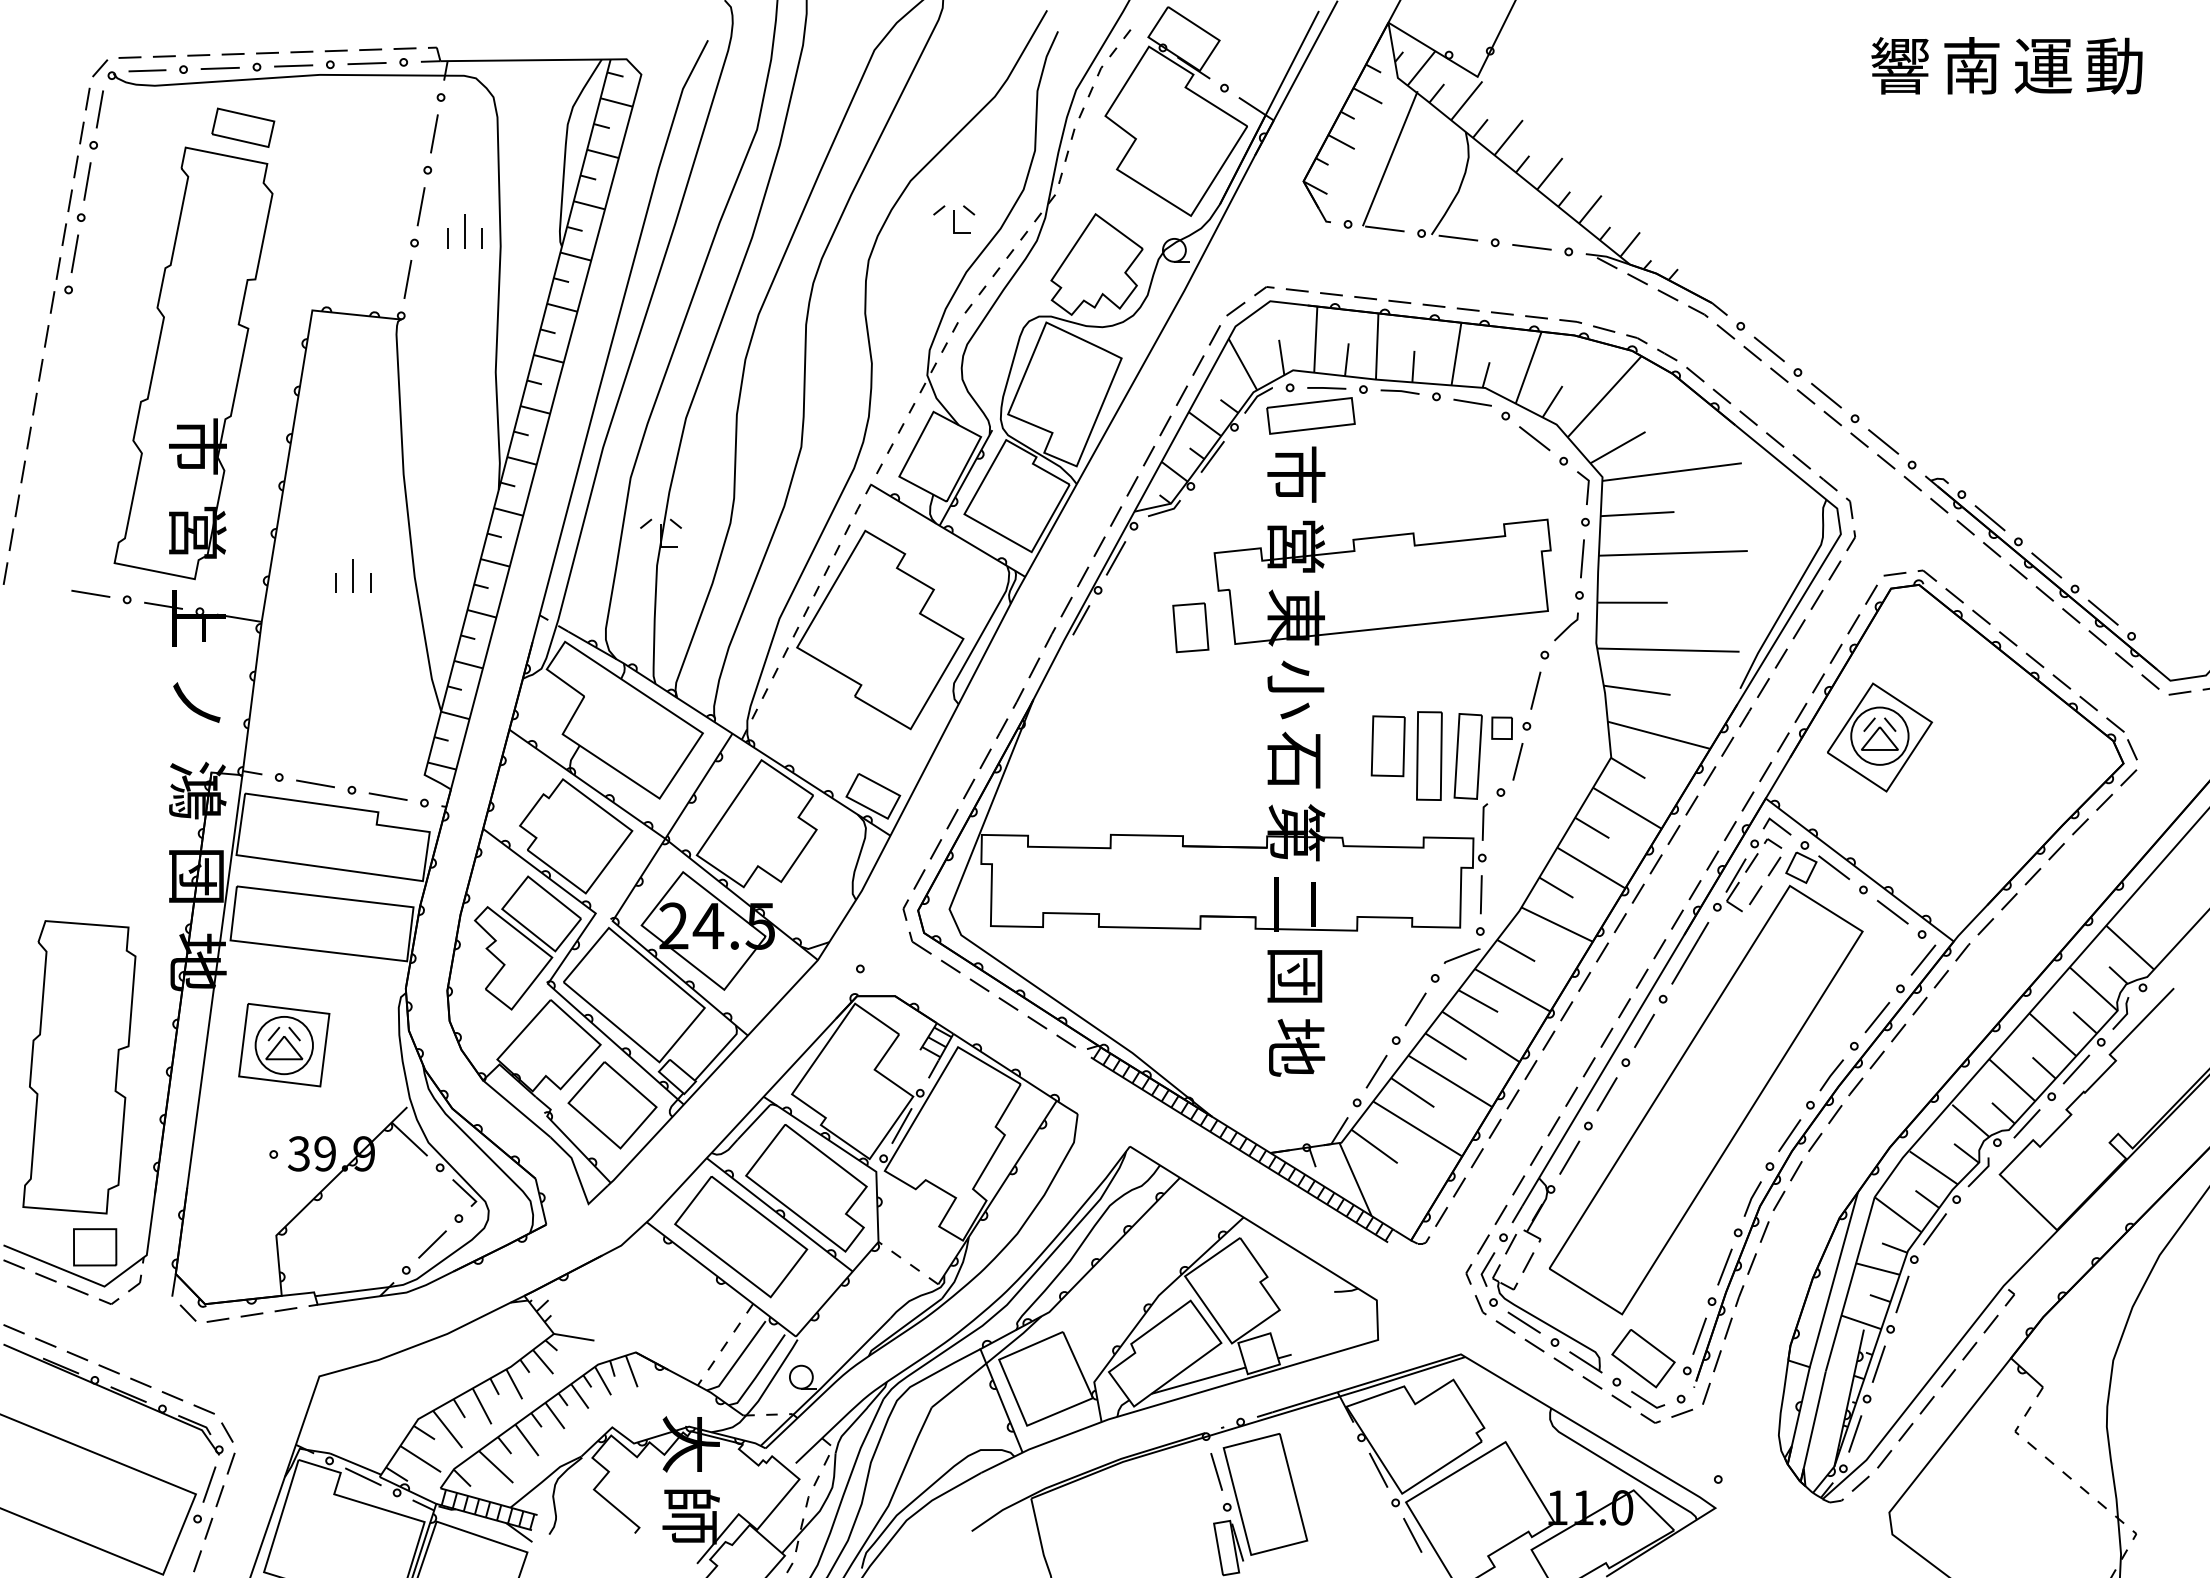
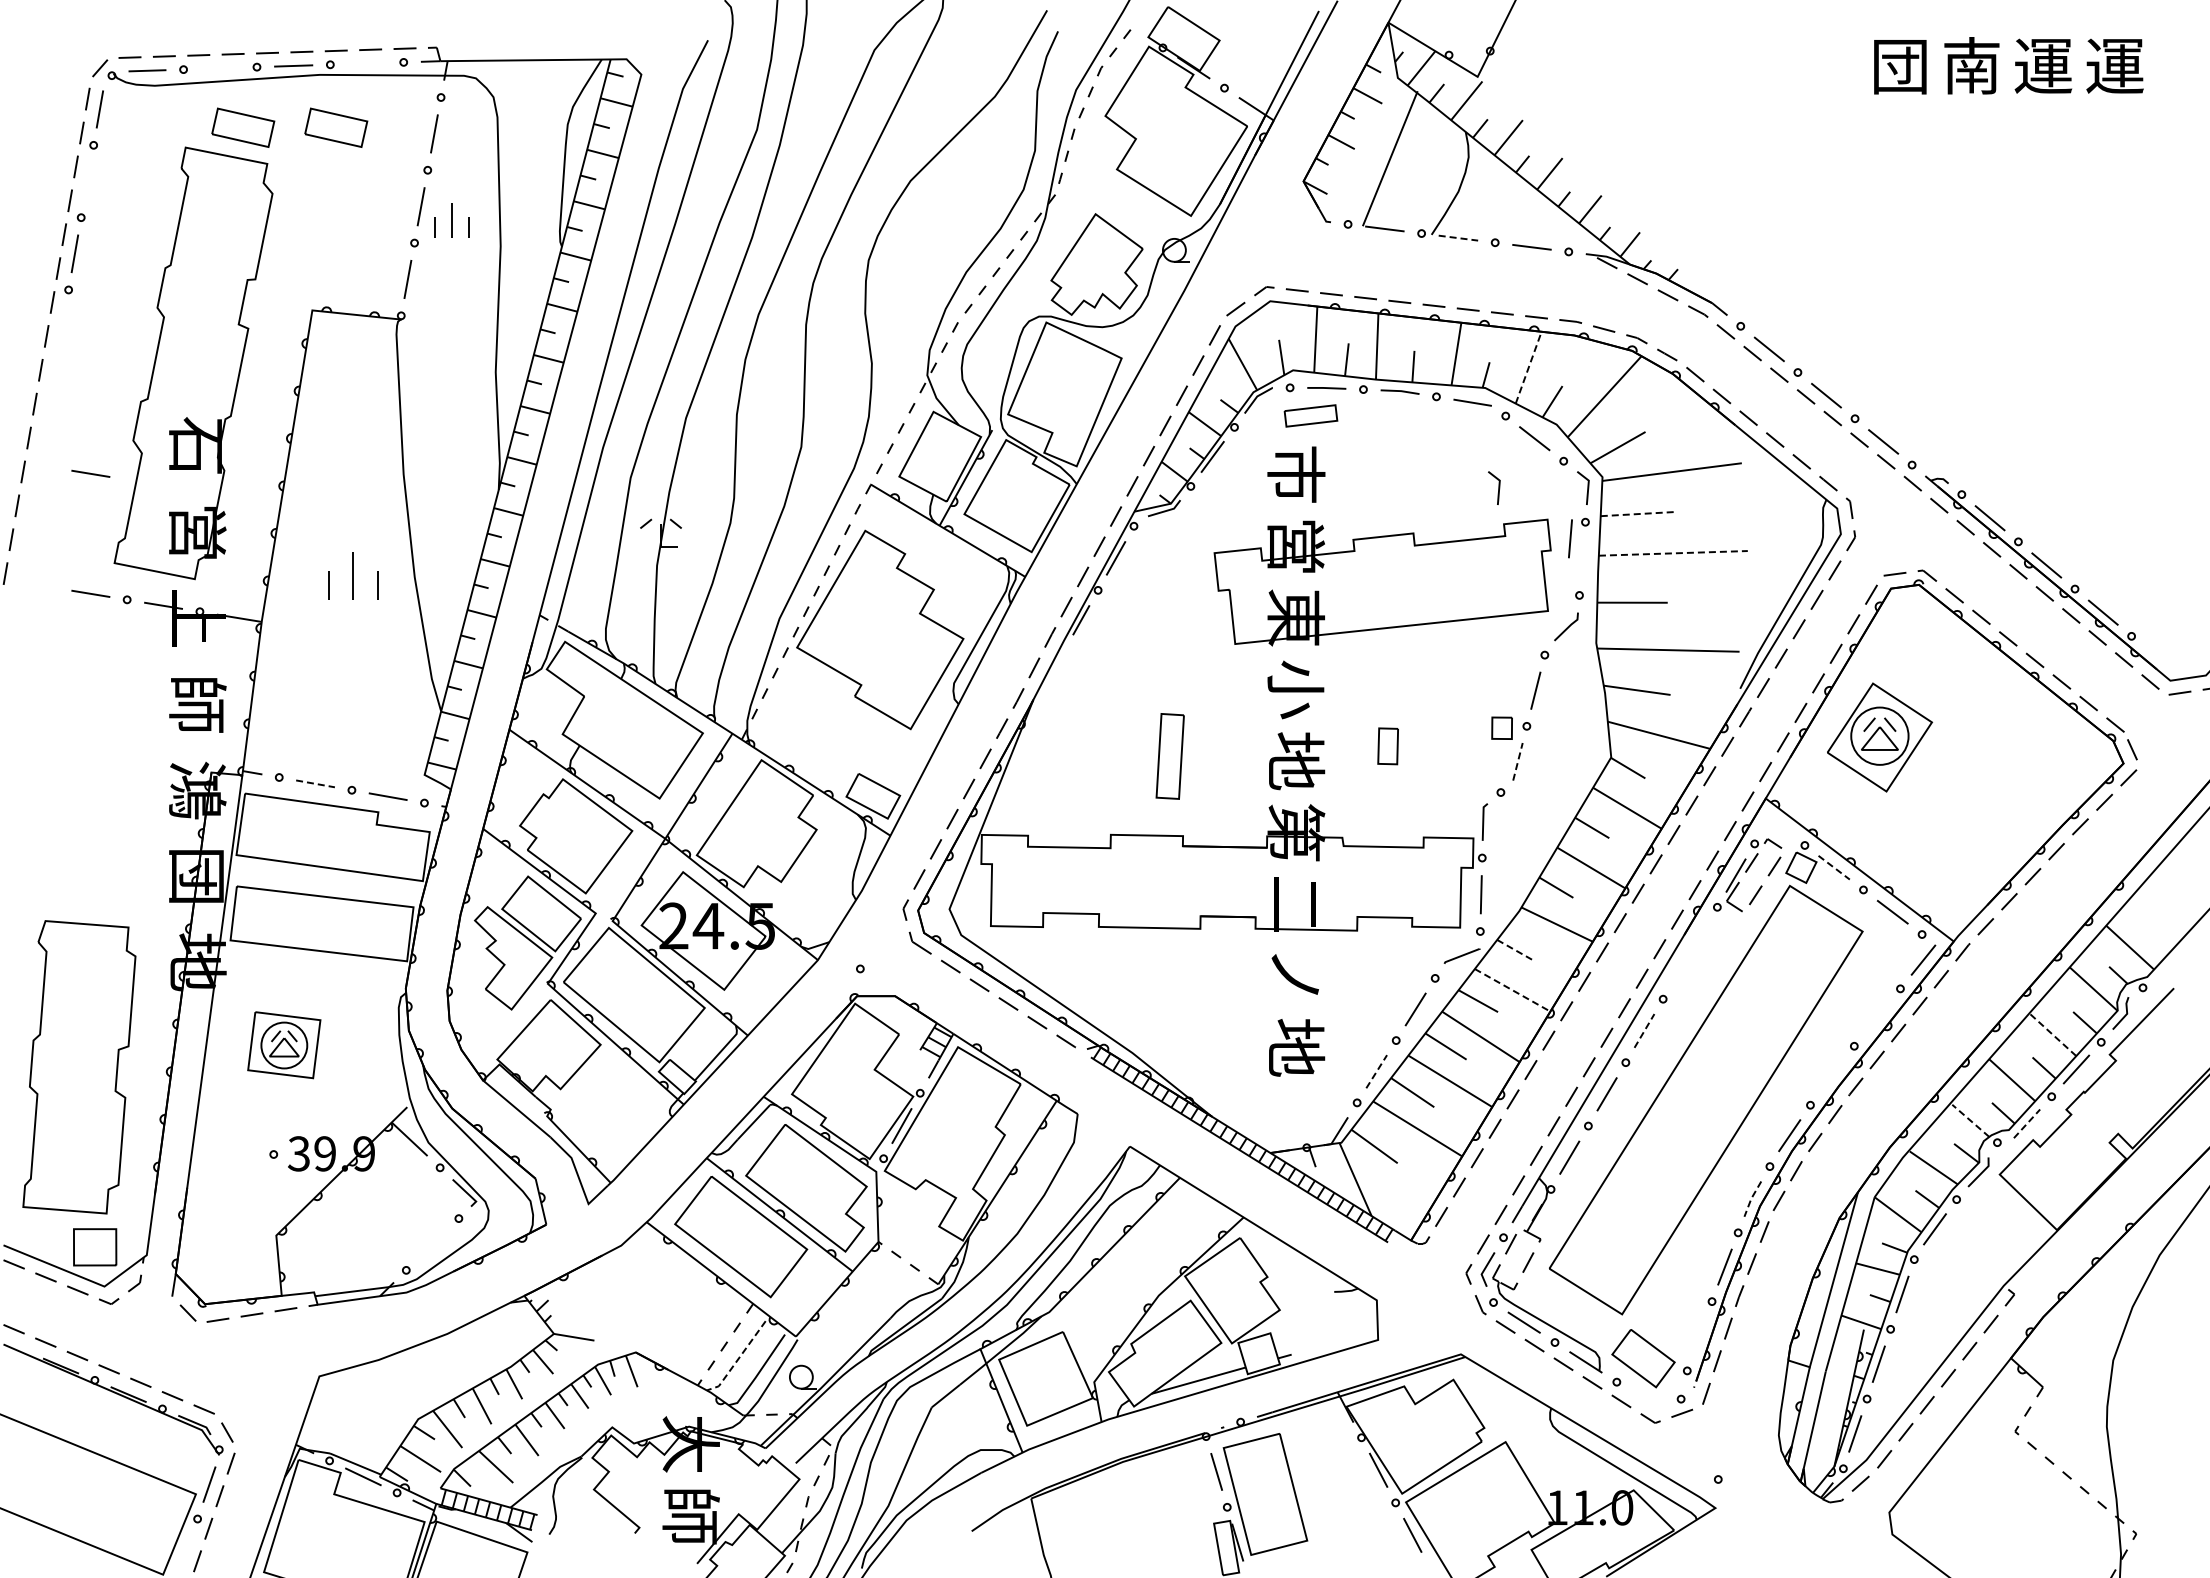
line at (366, 63): present -> none
text at (1899, 65): 響 -> 団
text at (2114, 65): 動 -> 運
line at (219, 68): present -> none
part at (336, 127): none -> present
line at (87, 181): present -> none
part at (954, 219): present -> none
part at (464, 231) position: (464, 231) -> (451, 220)
line at (1458, 238): solid -> dashed
line at (1528, 367): solid -> dashed
part at (1310, 415) size: 90x38 px -> 56x24 px
text at (197, 445): 市 -> 石
line at (90, 473): none -> present
line at (1498, 487): none -> present
line at (1637, 514): solid -> dashed
line at (1673, 553): solid -> dashed
line at (1582, 558) position: (1582, 558) -> (1570, 538)
part at (353, 575) size: 37x34 px -> 51x48 px
part at (1190, 627): present -> none
text at (197, 705): ノ -> 師
part at (1387, 746) size: 36x63 px -> 22x39 px
part at (1429, 755): present -> none
part at (1467, 756) position: (1467, 756) -> (1169, 756)
text at (1296, 760): 石 -> 地
line at (1518, 761): solid -> dashed
line at (315, 783): solid -> dashed
line at (1776, 825): present -> none
line at (1834, 867): solid -> dashed
line at (1516, 950): solid -> dashed
line at (1690, 953): present -> none
text at (1294, 976): 団 -> ノ
line at (1513, 990): solid -> dashed
line at (1877, 1017): present -> none
line at (1644, 1030): solid -> dashed
line at (2052, 1034): solid -> dashed
part at (284, 1045) size: 93x85 px -> 75x69 px
line at (1376, 1071): solid -> dashed
line at (1831, 1075): present -> none
part at (612, 1105): present -> none
line at (1970, 1120): solid -> dashed
line at (2027, 1123): solid -> dashed
line at (1751, 1198): solid -> dashed
line at (432, 1244): present -> none
line at (1699, 1335): present -> none
line at (737, 1359): solid -> dashed
line at (1647, 1400): present -> none
